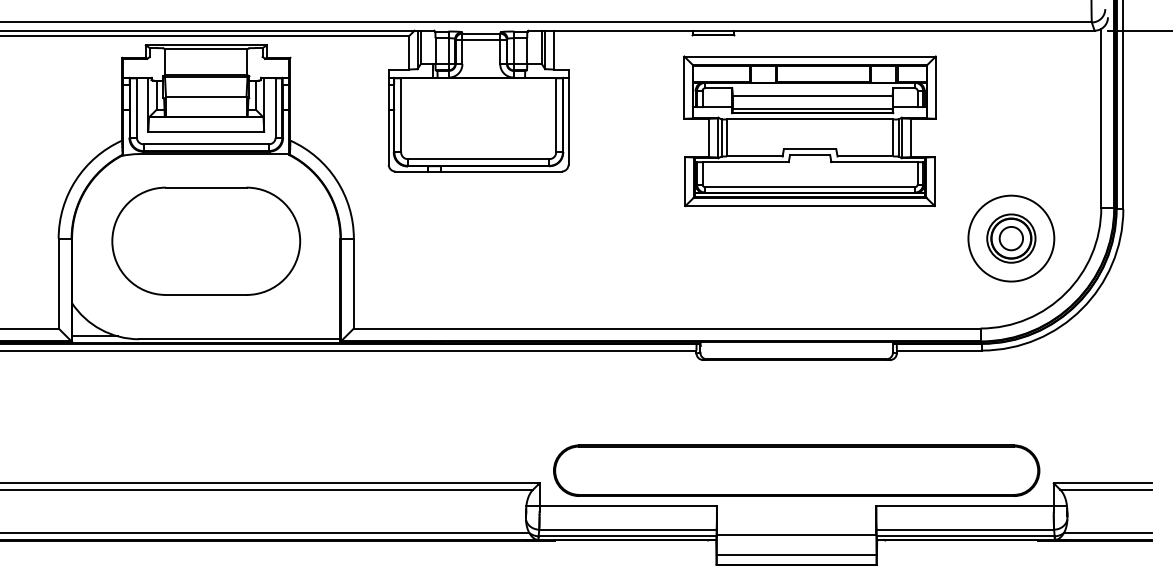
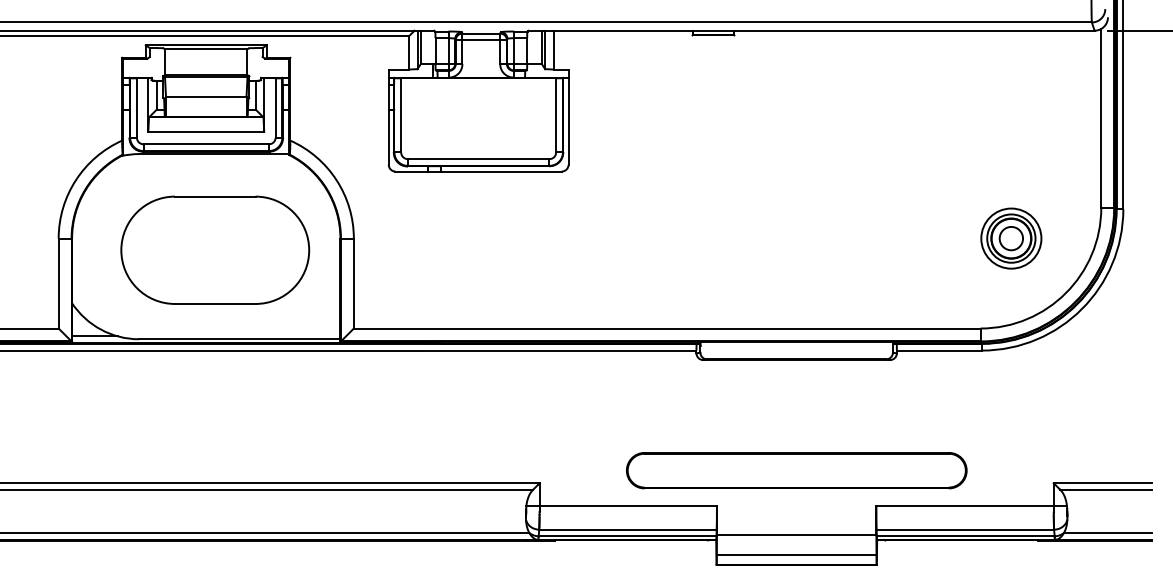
part at (809, 131): present -> none
circle at (1011, 238) diameter: 86 px -> 60 px
part at (206, 240) position: (206, 240) -> (215, 249)
part at (796, 470) size: 488x53 px -> 342x38 px
